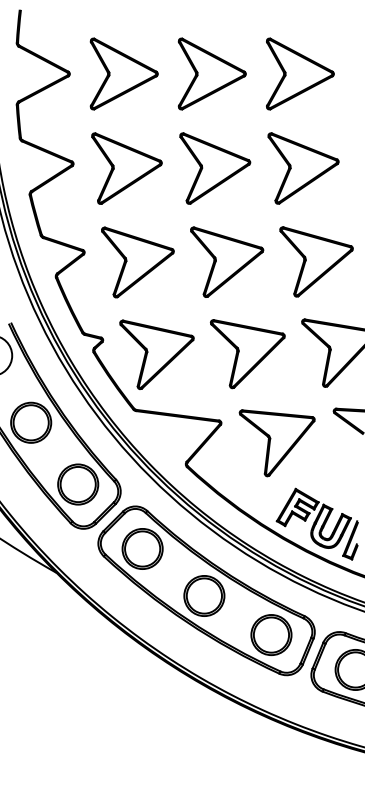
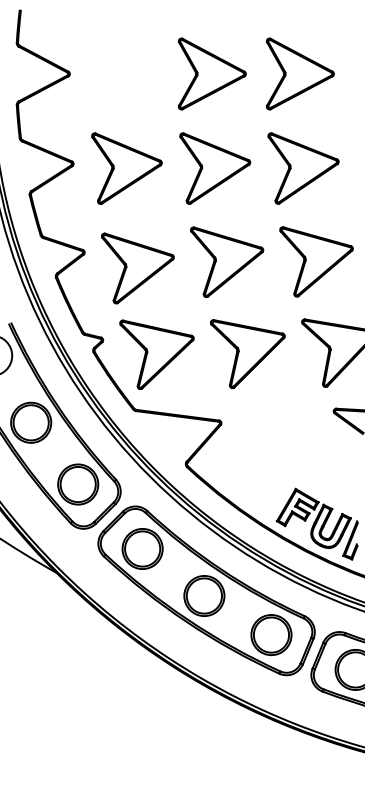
part at (123, 73): present -> none
part at (137, 262) position: (137, 262) -> (137, 268)
part at (276, 443): present -> none
